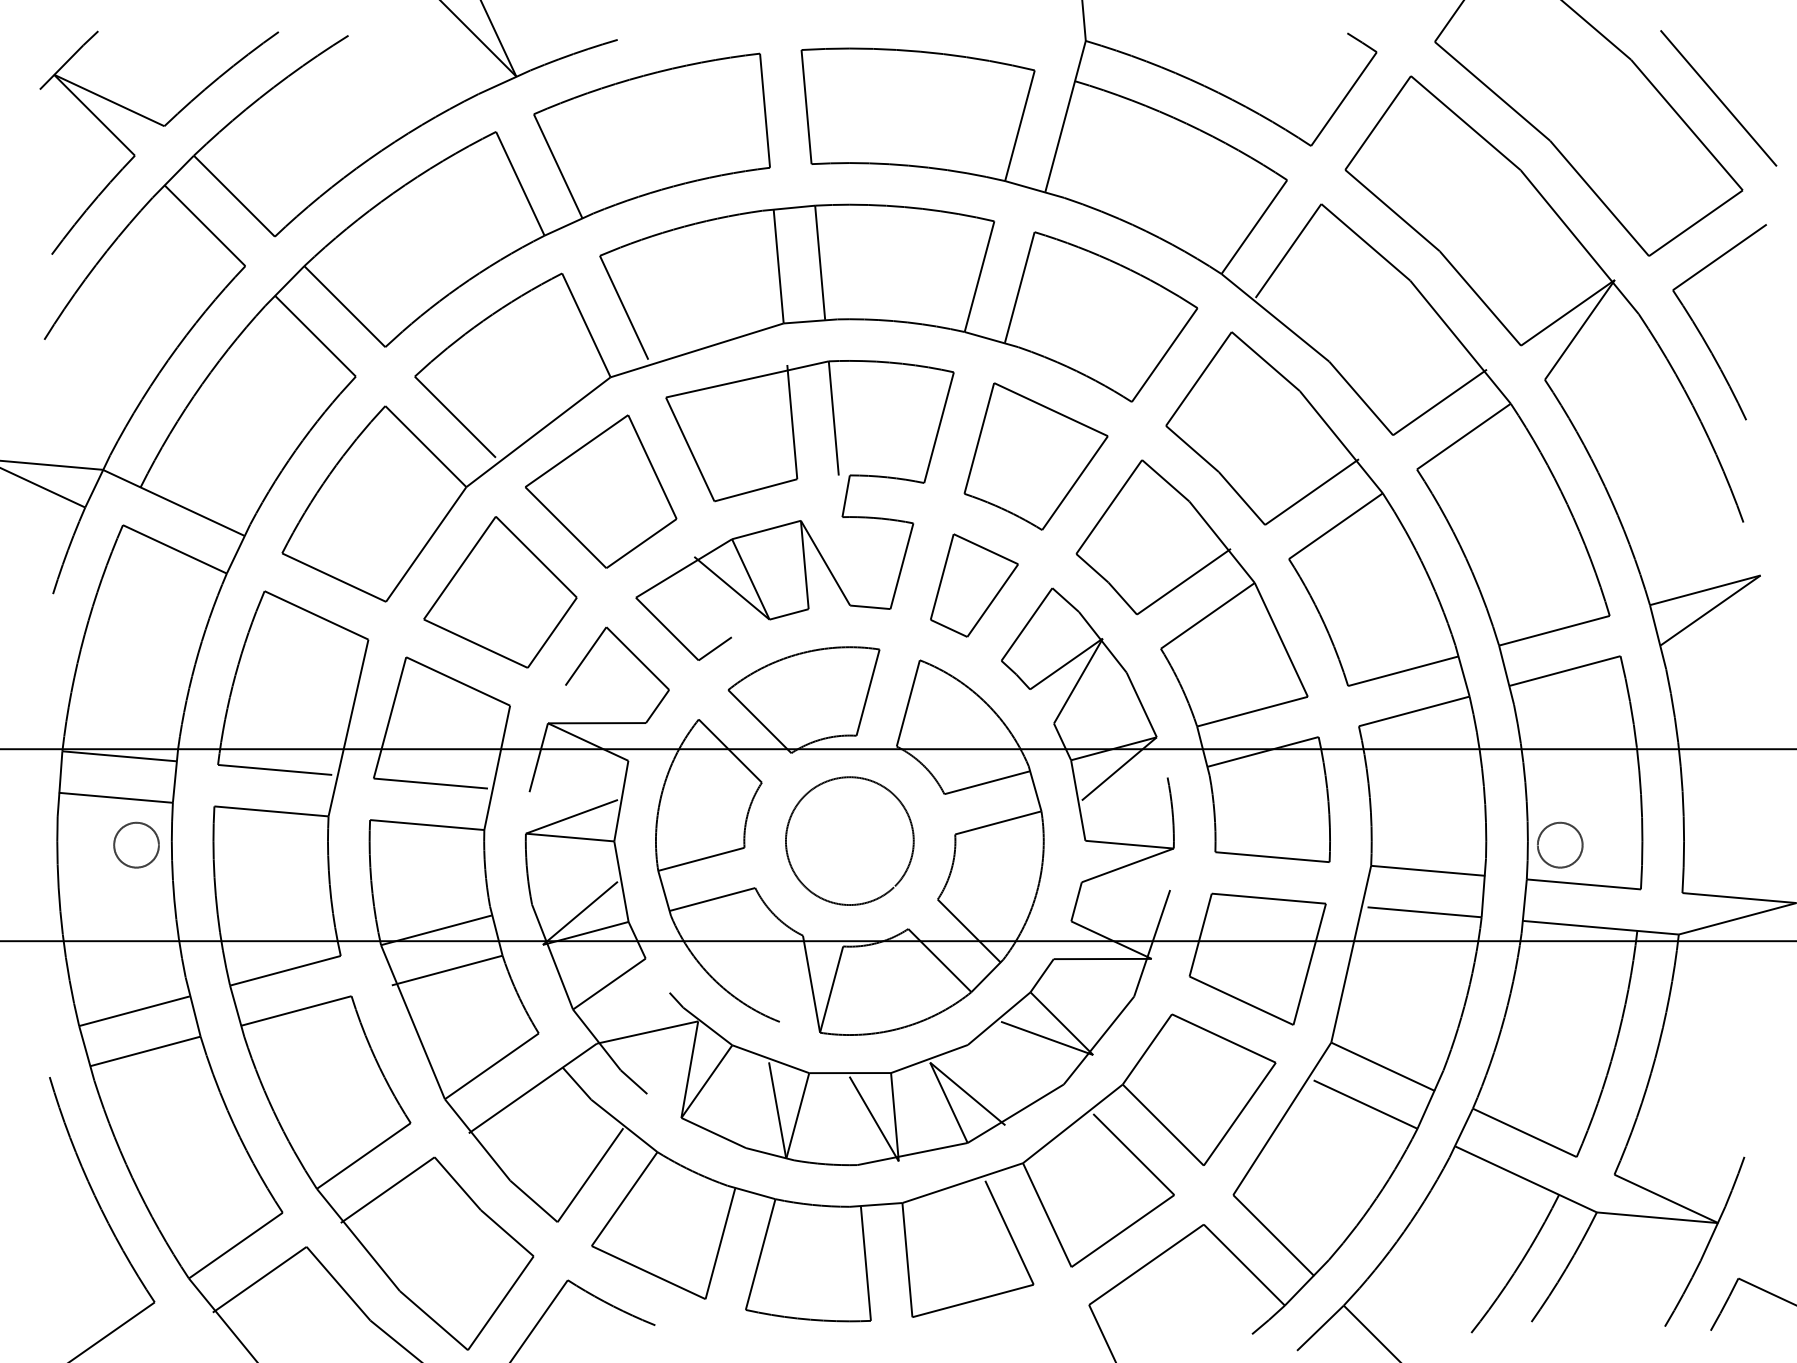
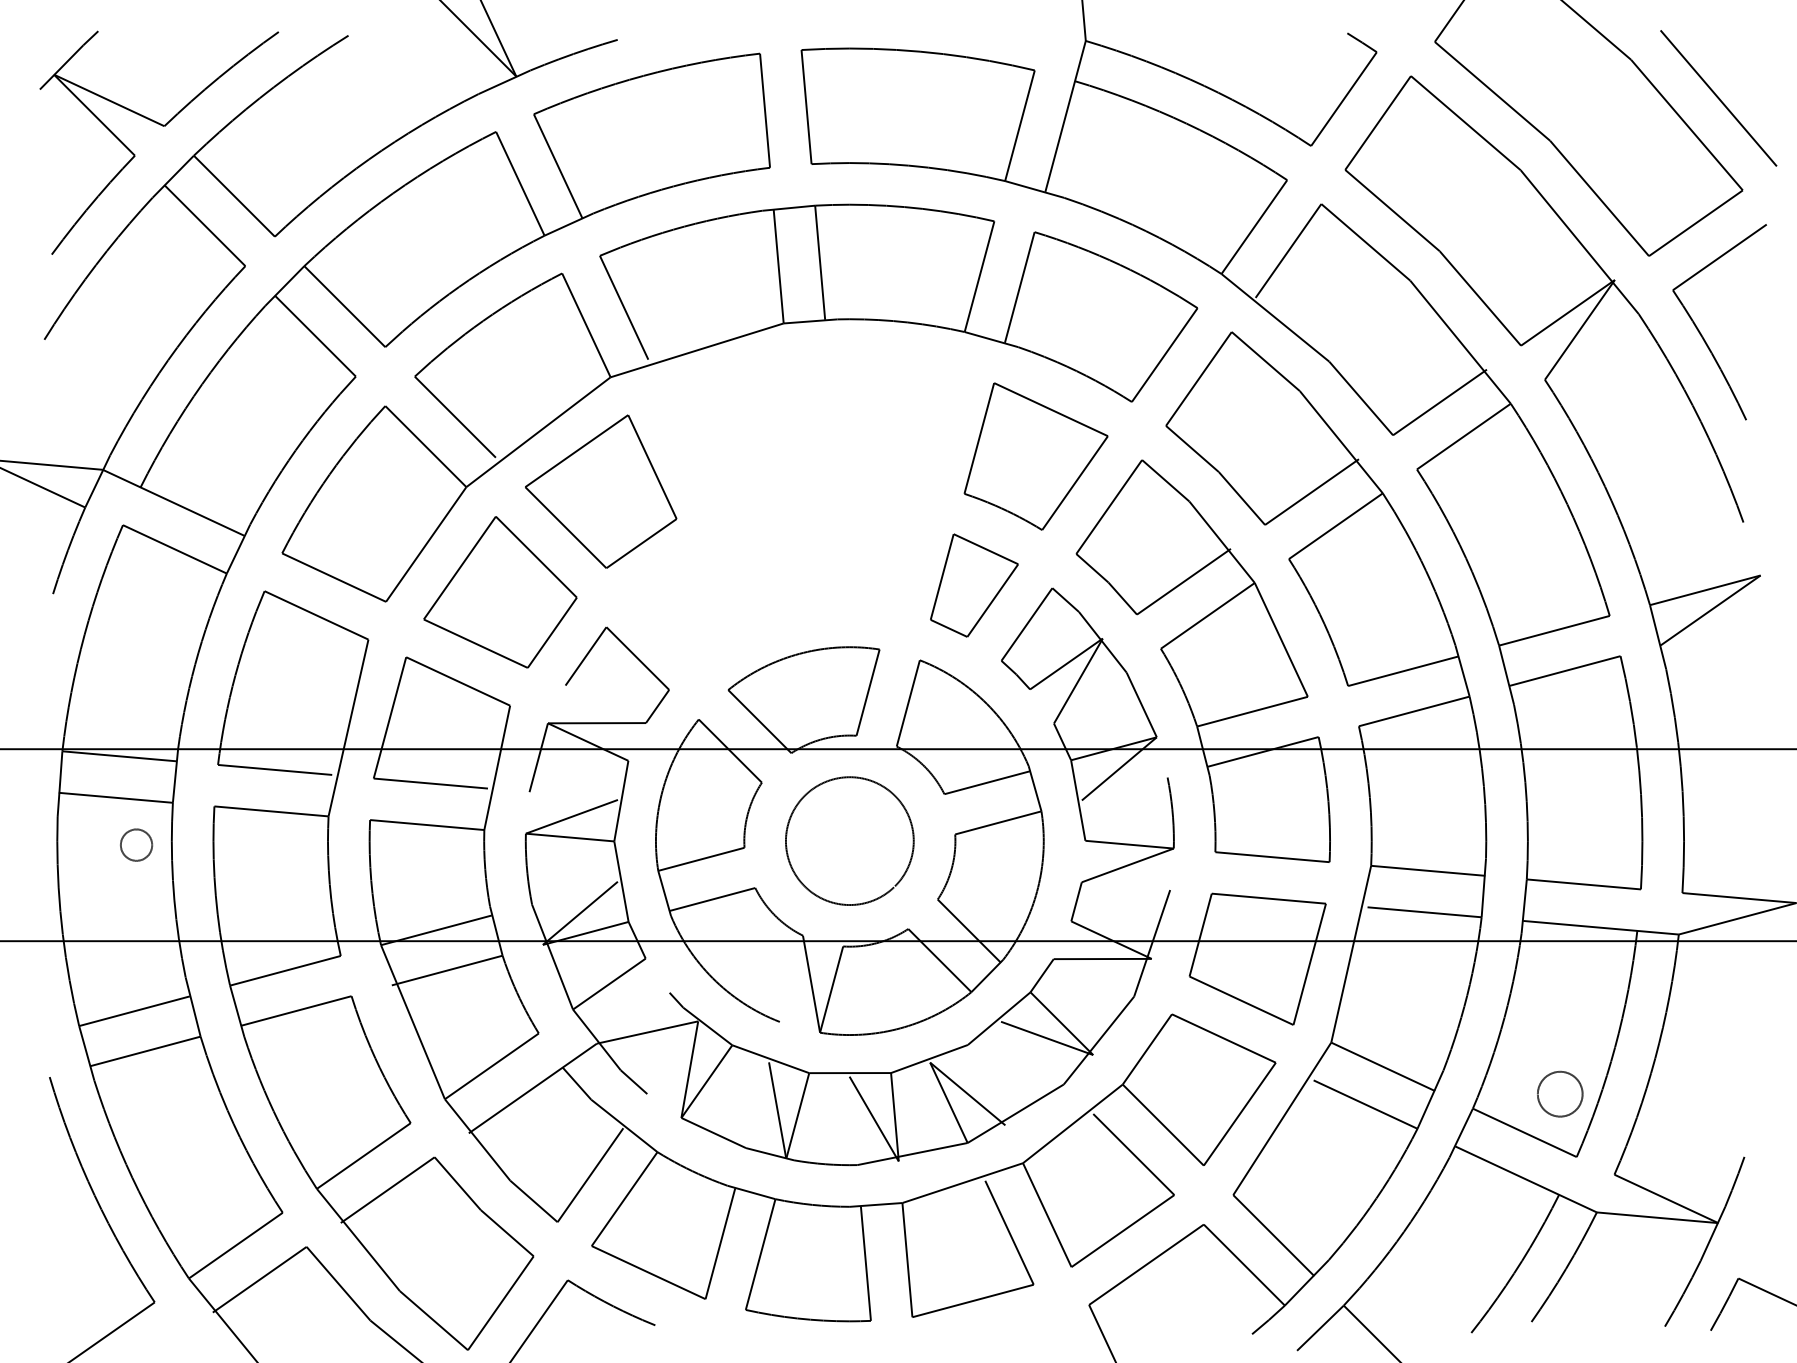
part at (797, 520): present -> none
part at (136, 844) size: 47x48 px -> 34x34 px
part at (1560, 844) position: (1560, 844) -> (1560, 1093)
